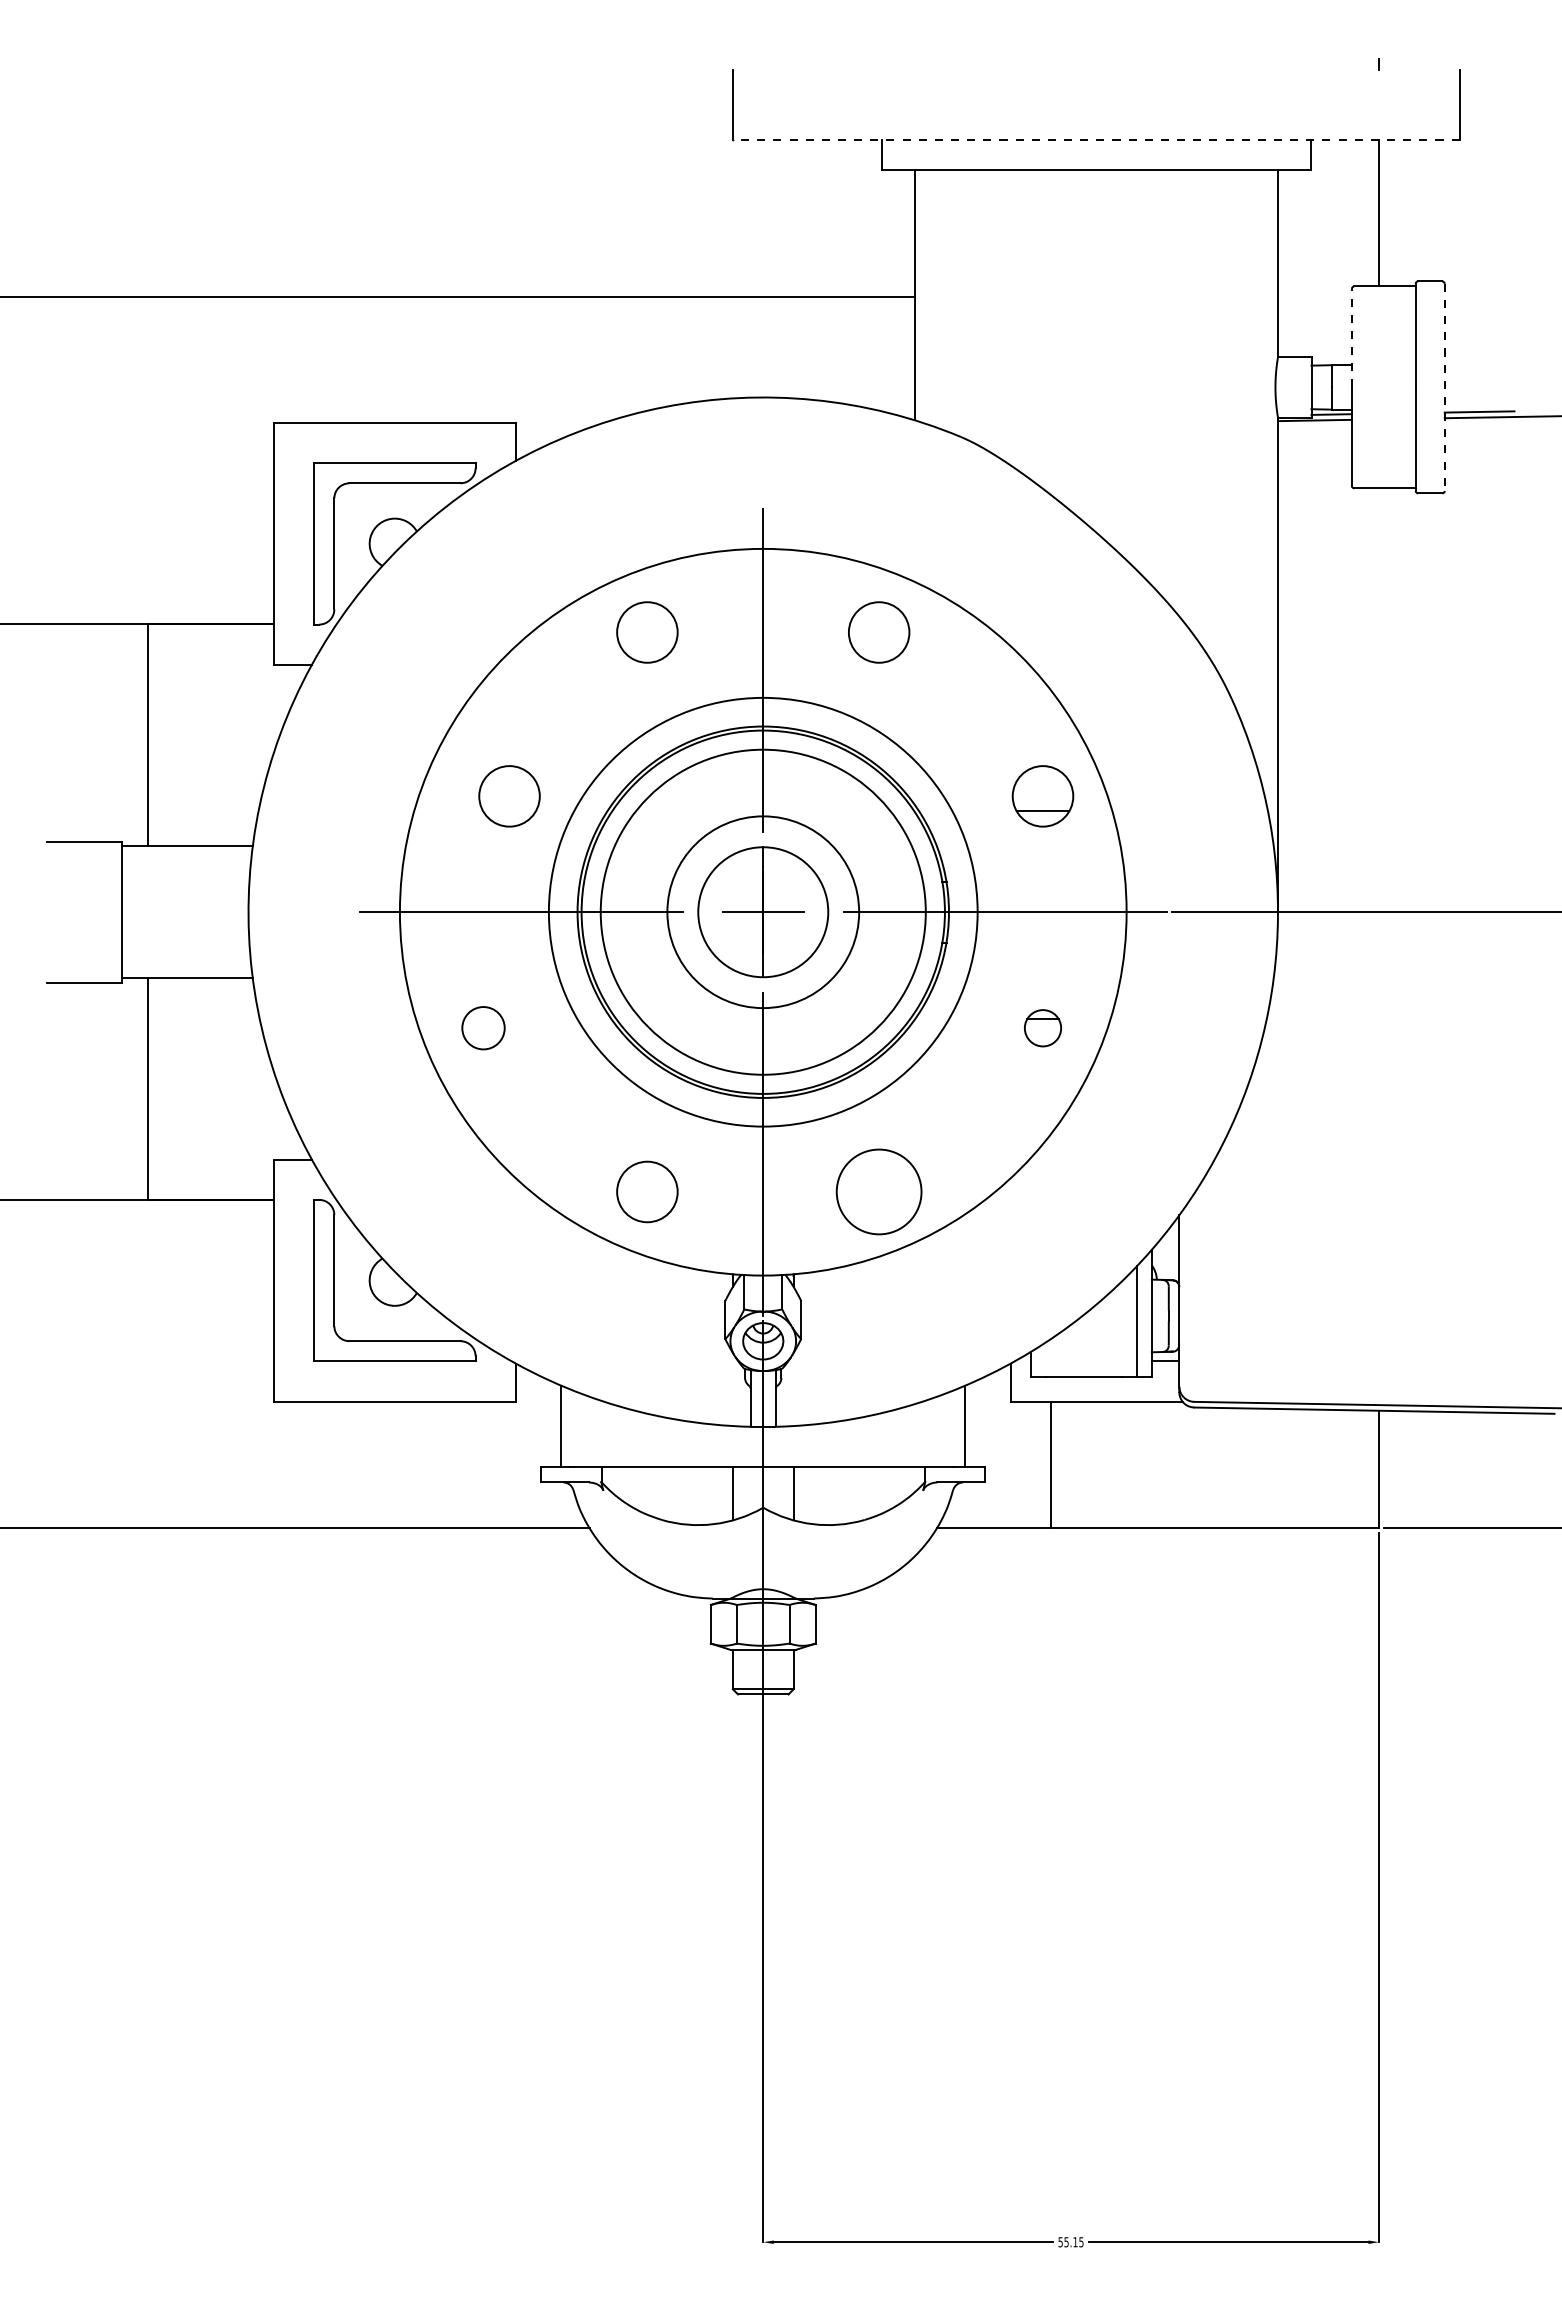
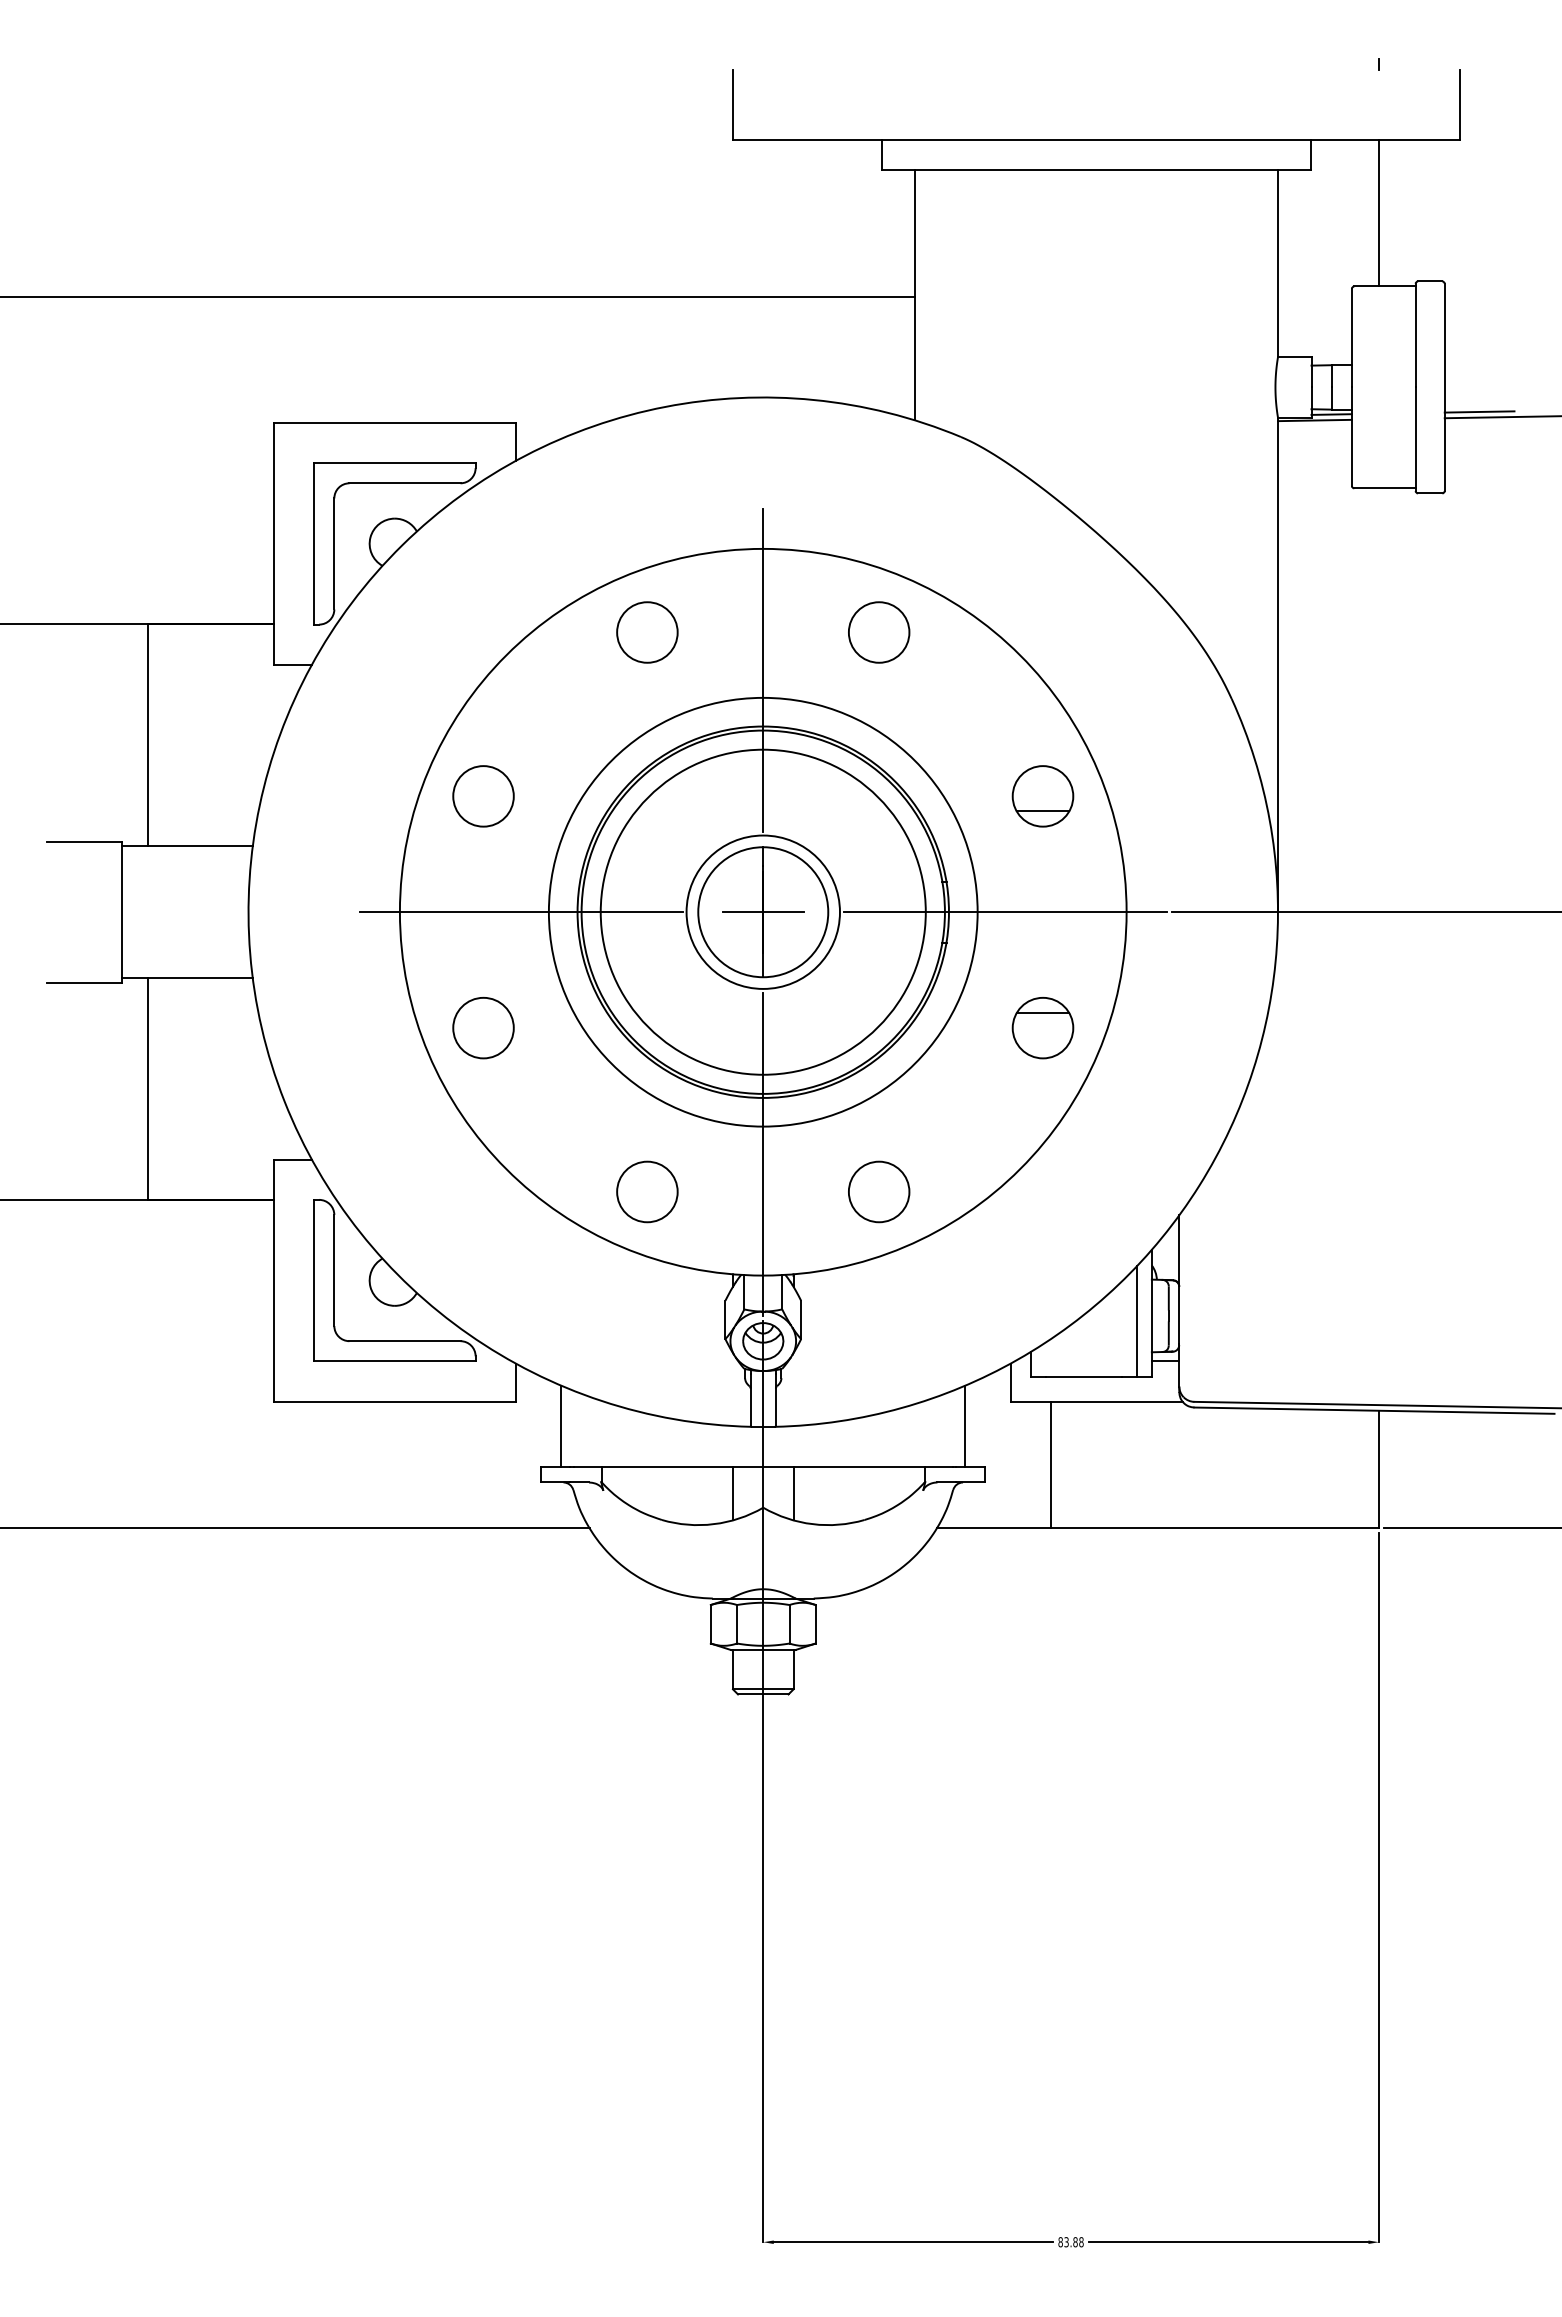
line at (1095, 140): dashed -> solid
line at (1351, 337): dashed -> solid
line at (1444, 387): dashed -> solid
circle at (509, 796) position: (509, 796) -> (483, 796)
circle at (763, 912) diameter: 192 px -> 153 px
circle at (483, 1028) size: 45x45 px -> 63x63 px
part at (1043, 1028) size: 39x39 px -> 64x63 px
circle at (878, 1191) diameter: 85 px -> 61 px
text at (1070, 2242): 55.15 -> 83.88
